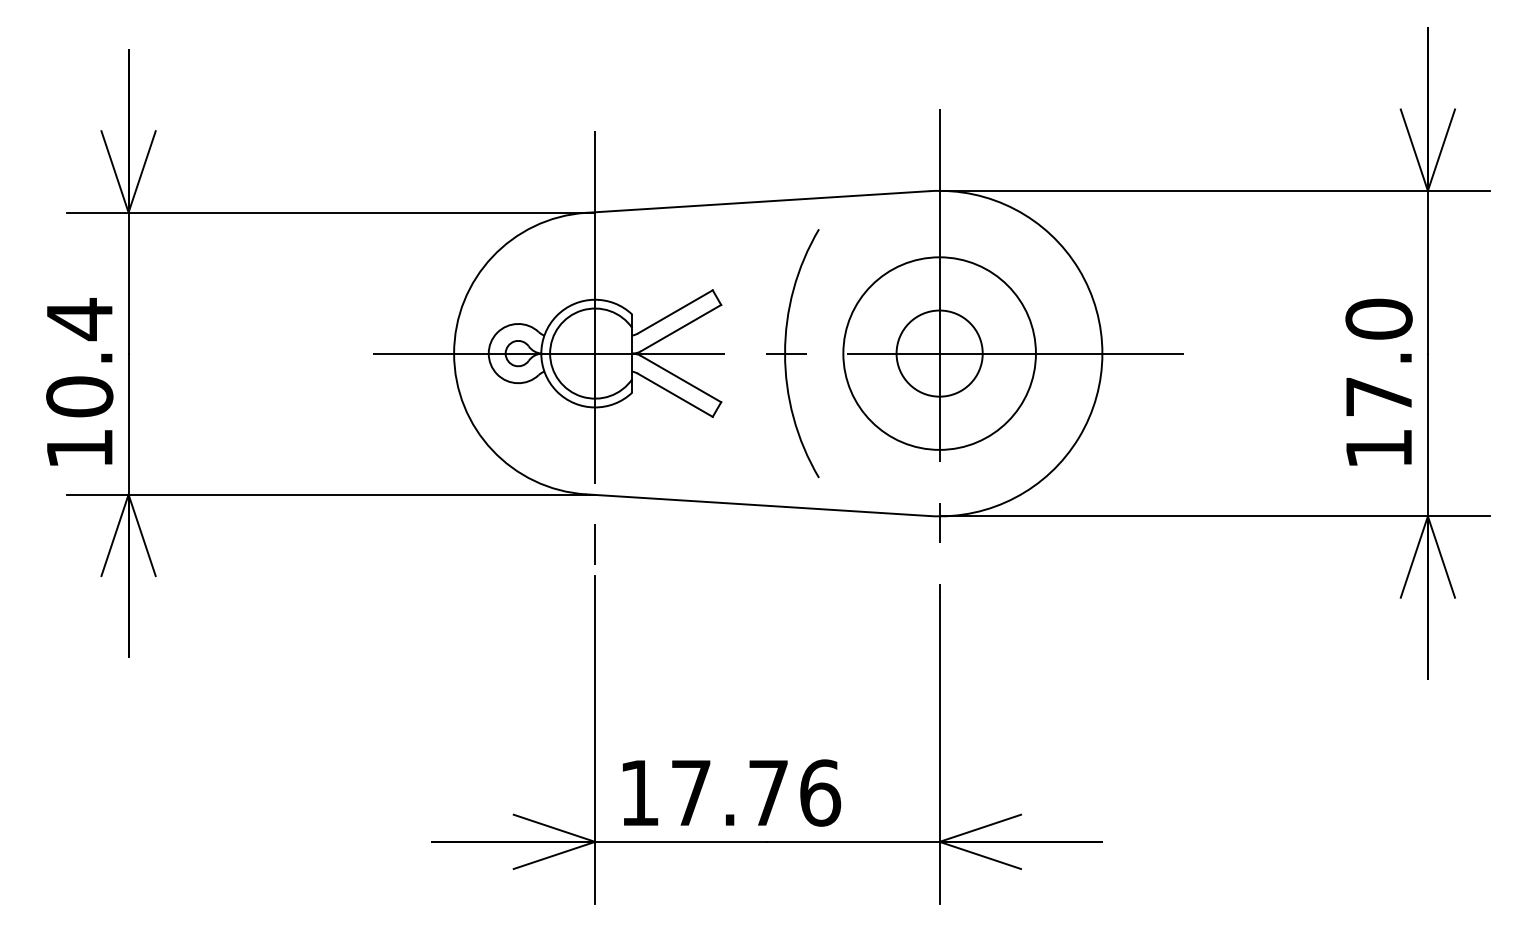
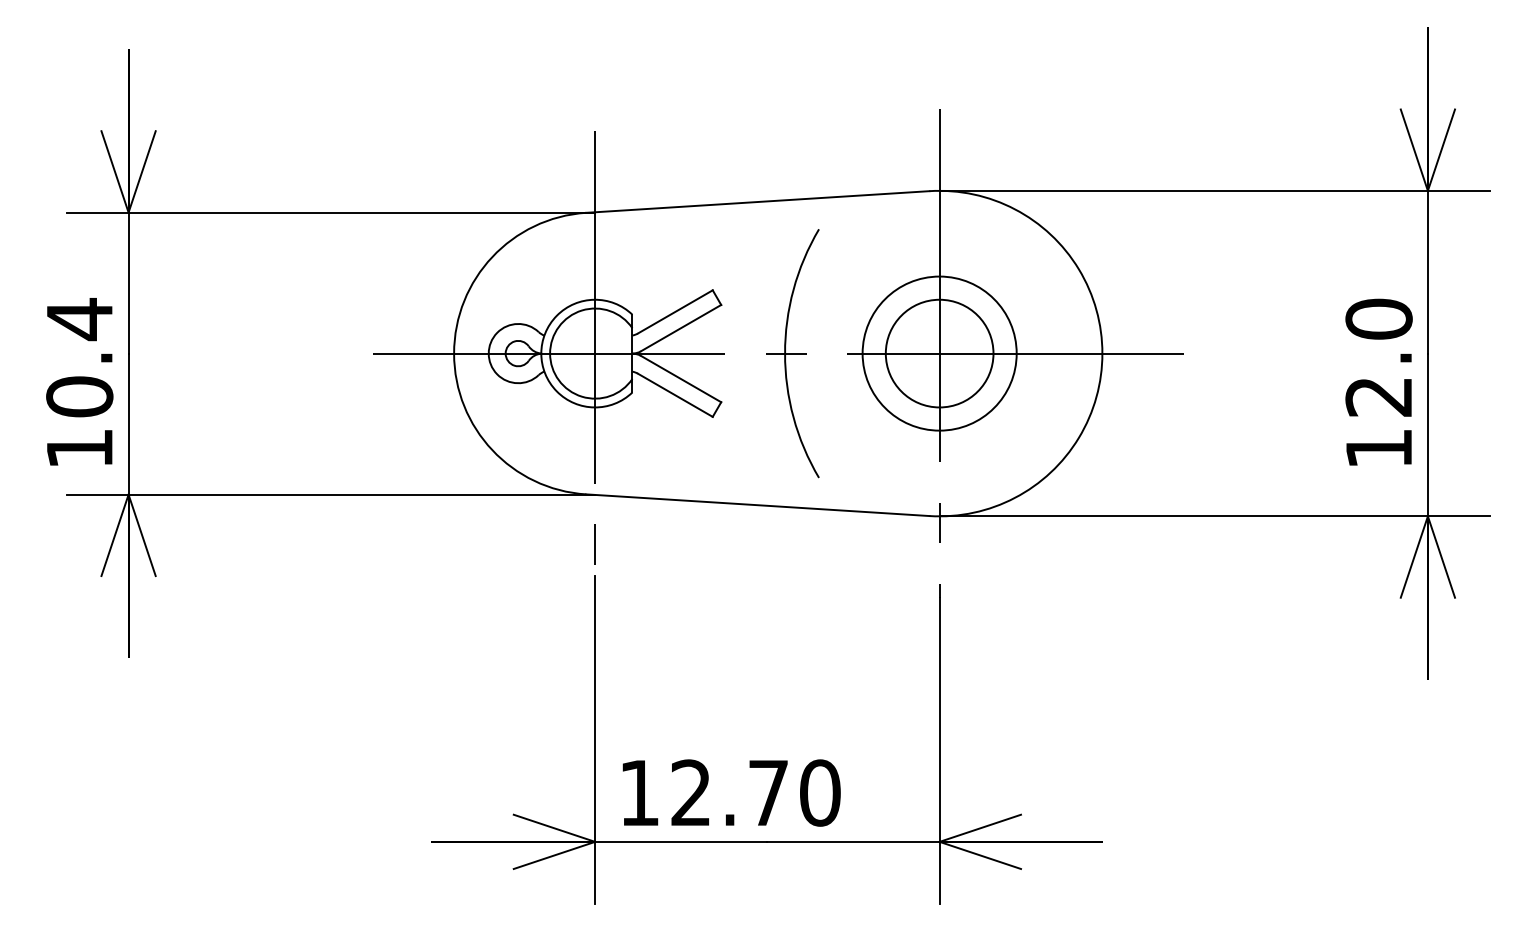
circle at (939, 353) diameter: 193 px -> 154 px
circle at (939, 353) diameter: 86 px -> 108 px
text at (1378, 397): 17.0 -> 12.0
text at (756, 792): 17.76 -> 12.70
